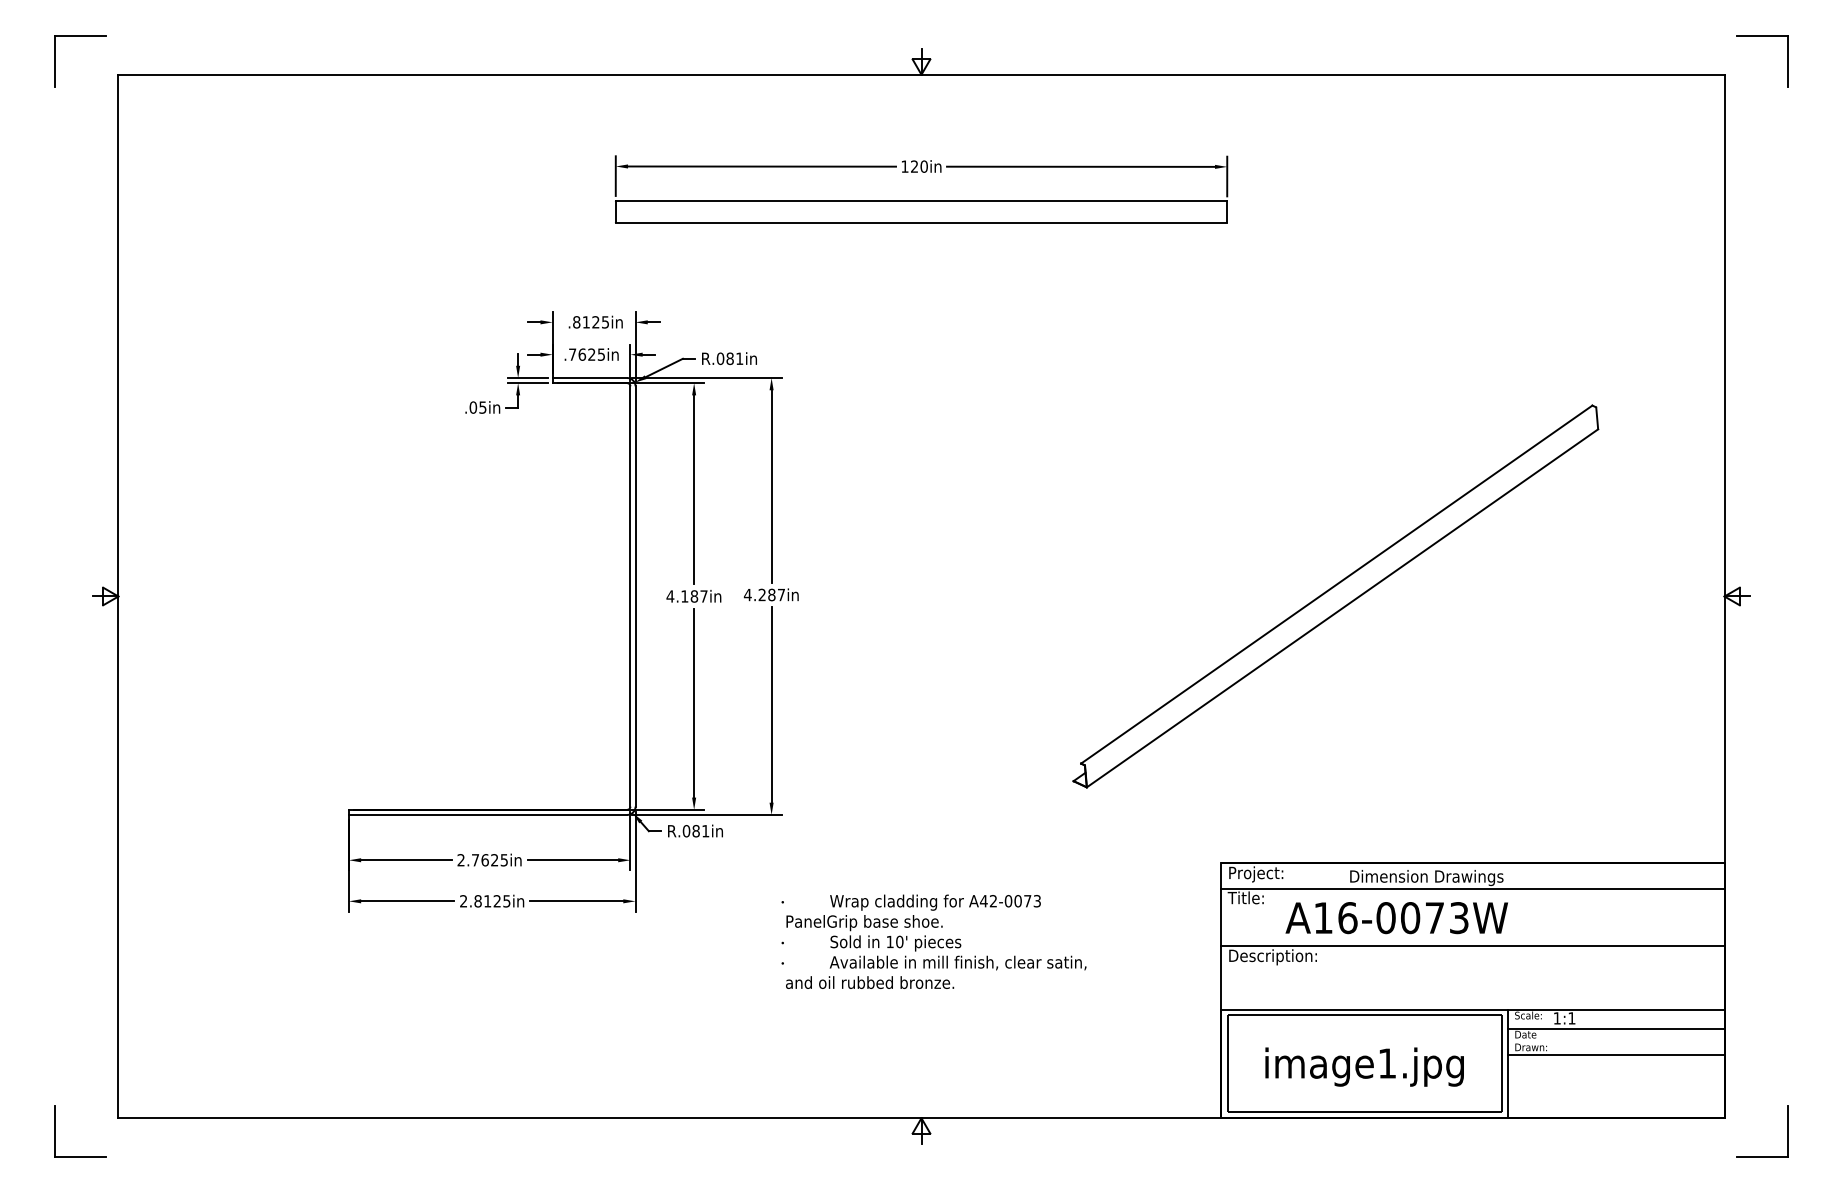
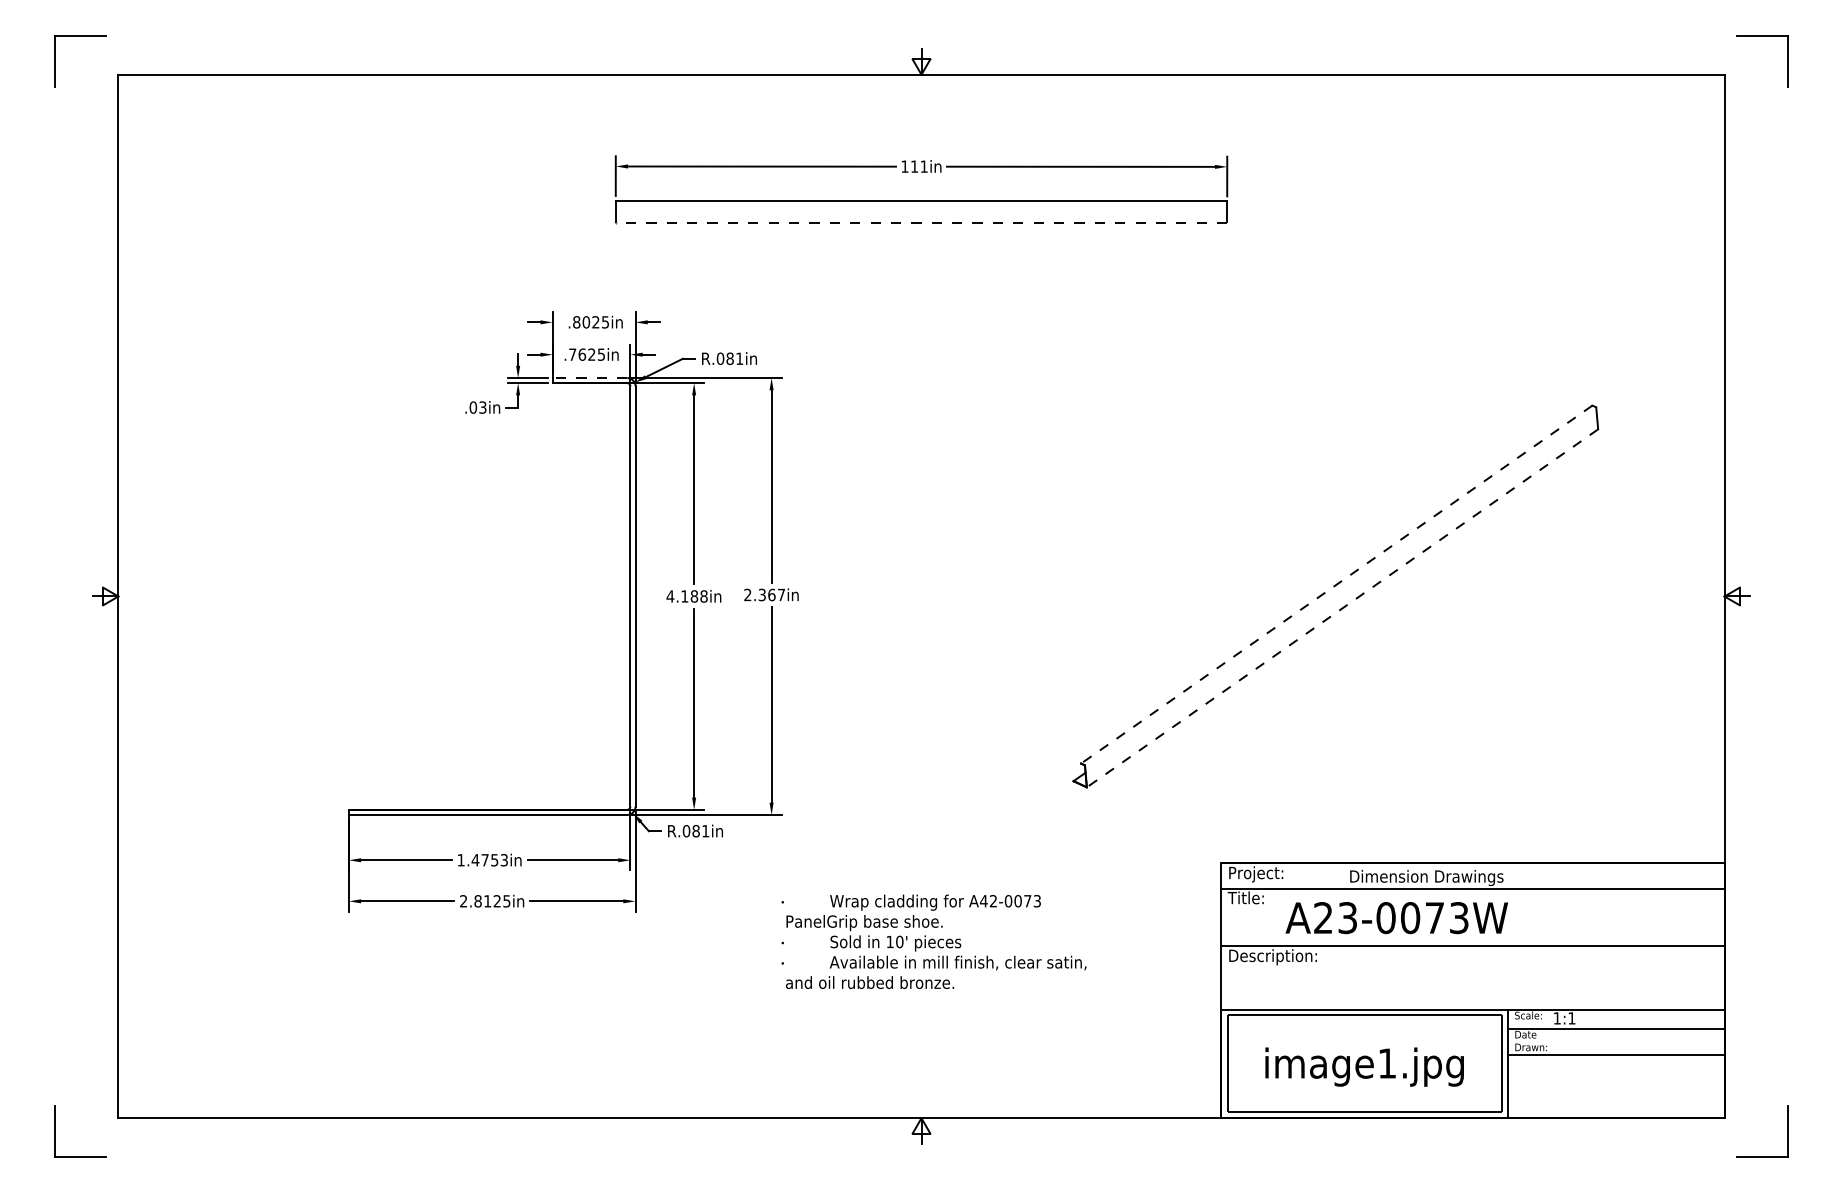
text at (919, 166): 120in -> 111in
line at (921, 222): solid -> dashed
text at (586, 322): .8125in -> .8025in
line at (589, 378): solid -> dashed
text at (482, 406): .05in -> .03in
line at (1336, 584): solid -> dashed
text at (759, 594): 4.287in -> 2.367in
text at (703, 596): 4.187in -> 4.188in
line at (1342, 608): solid -> dashed
text at (482, 860): 2.7625in -> 1.4753in
text at (1335, 918): A16-0073W -> A23-0073W
